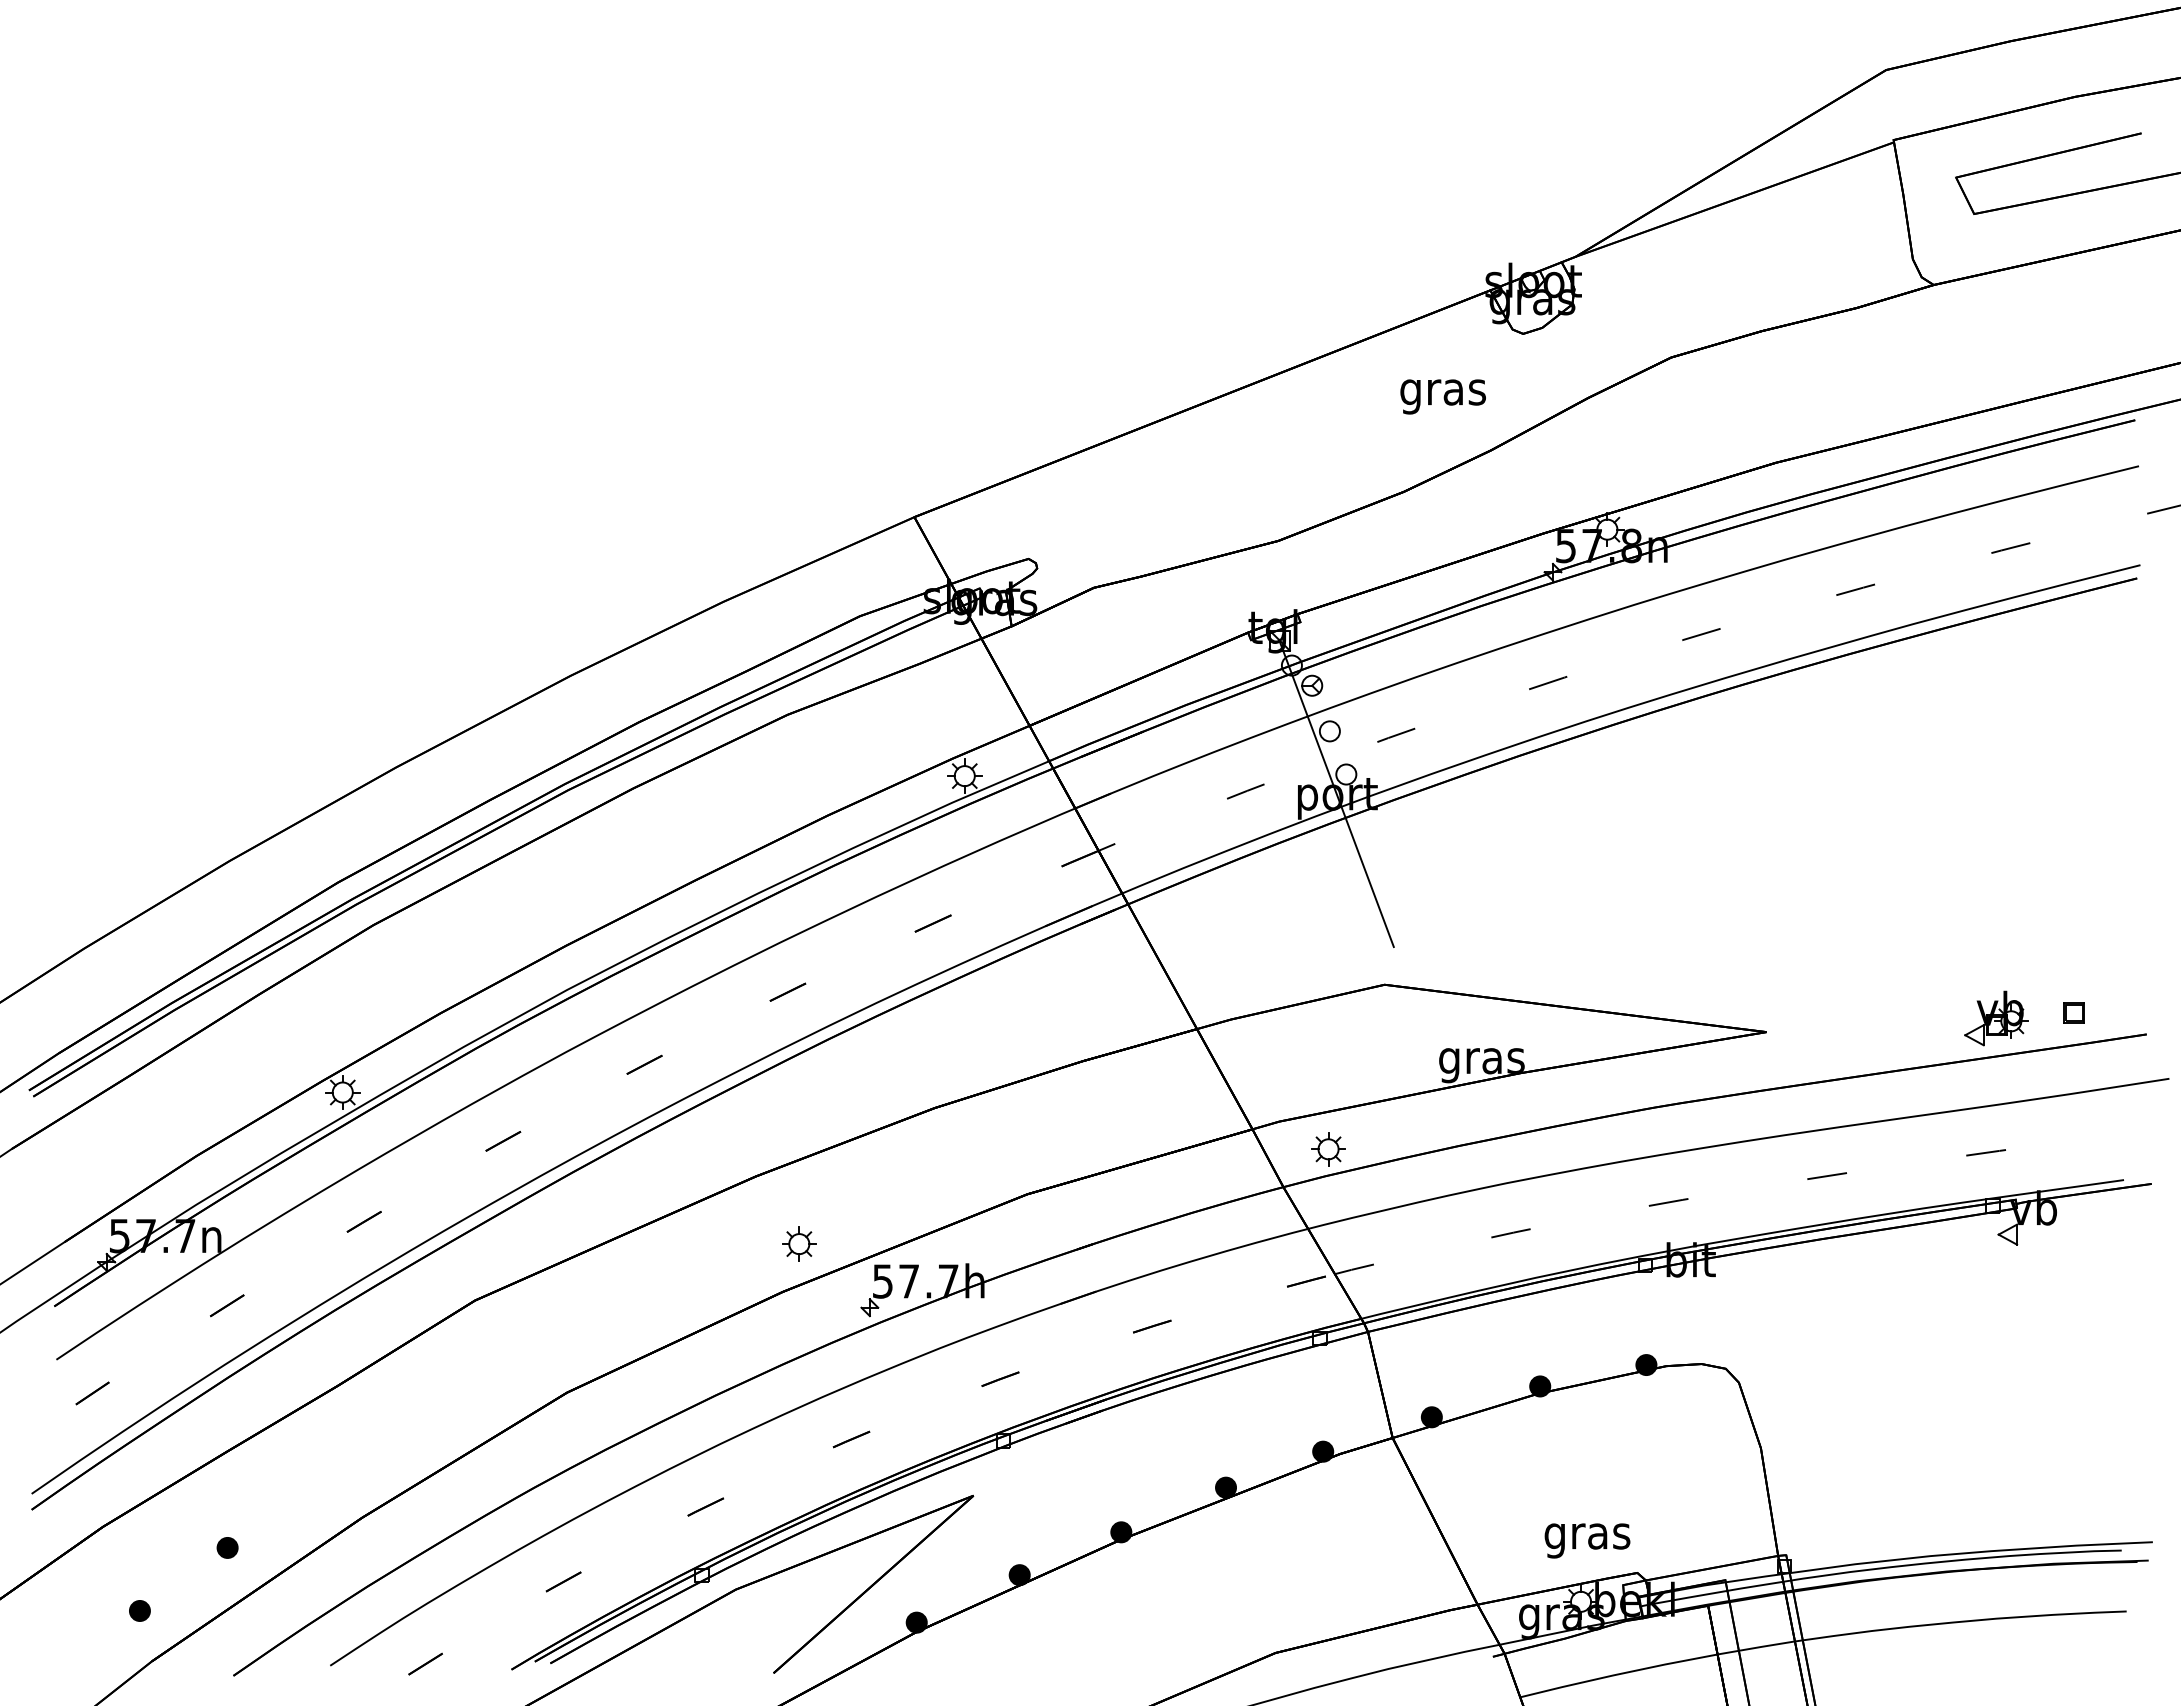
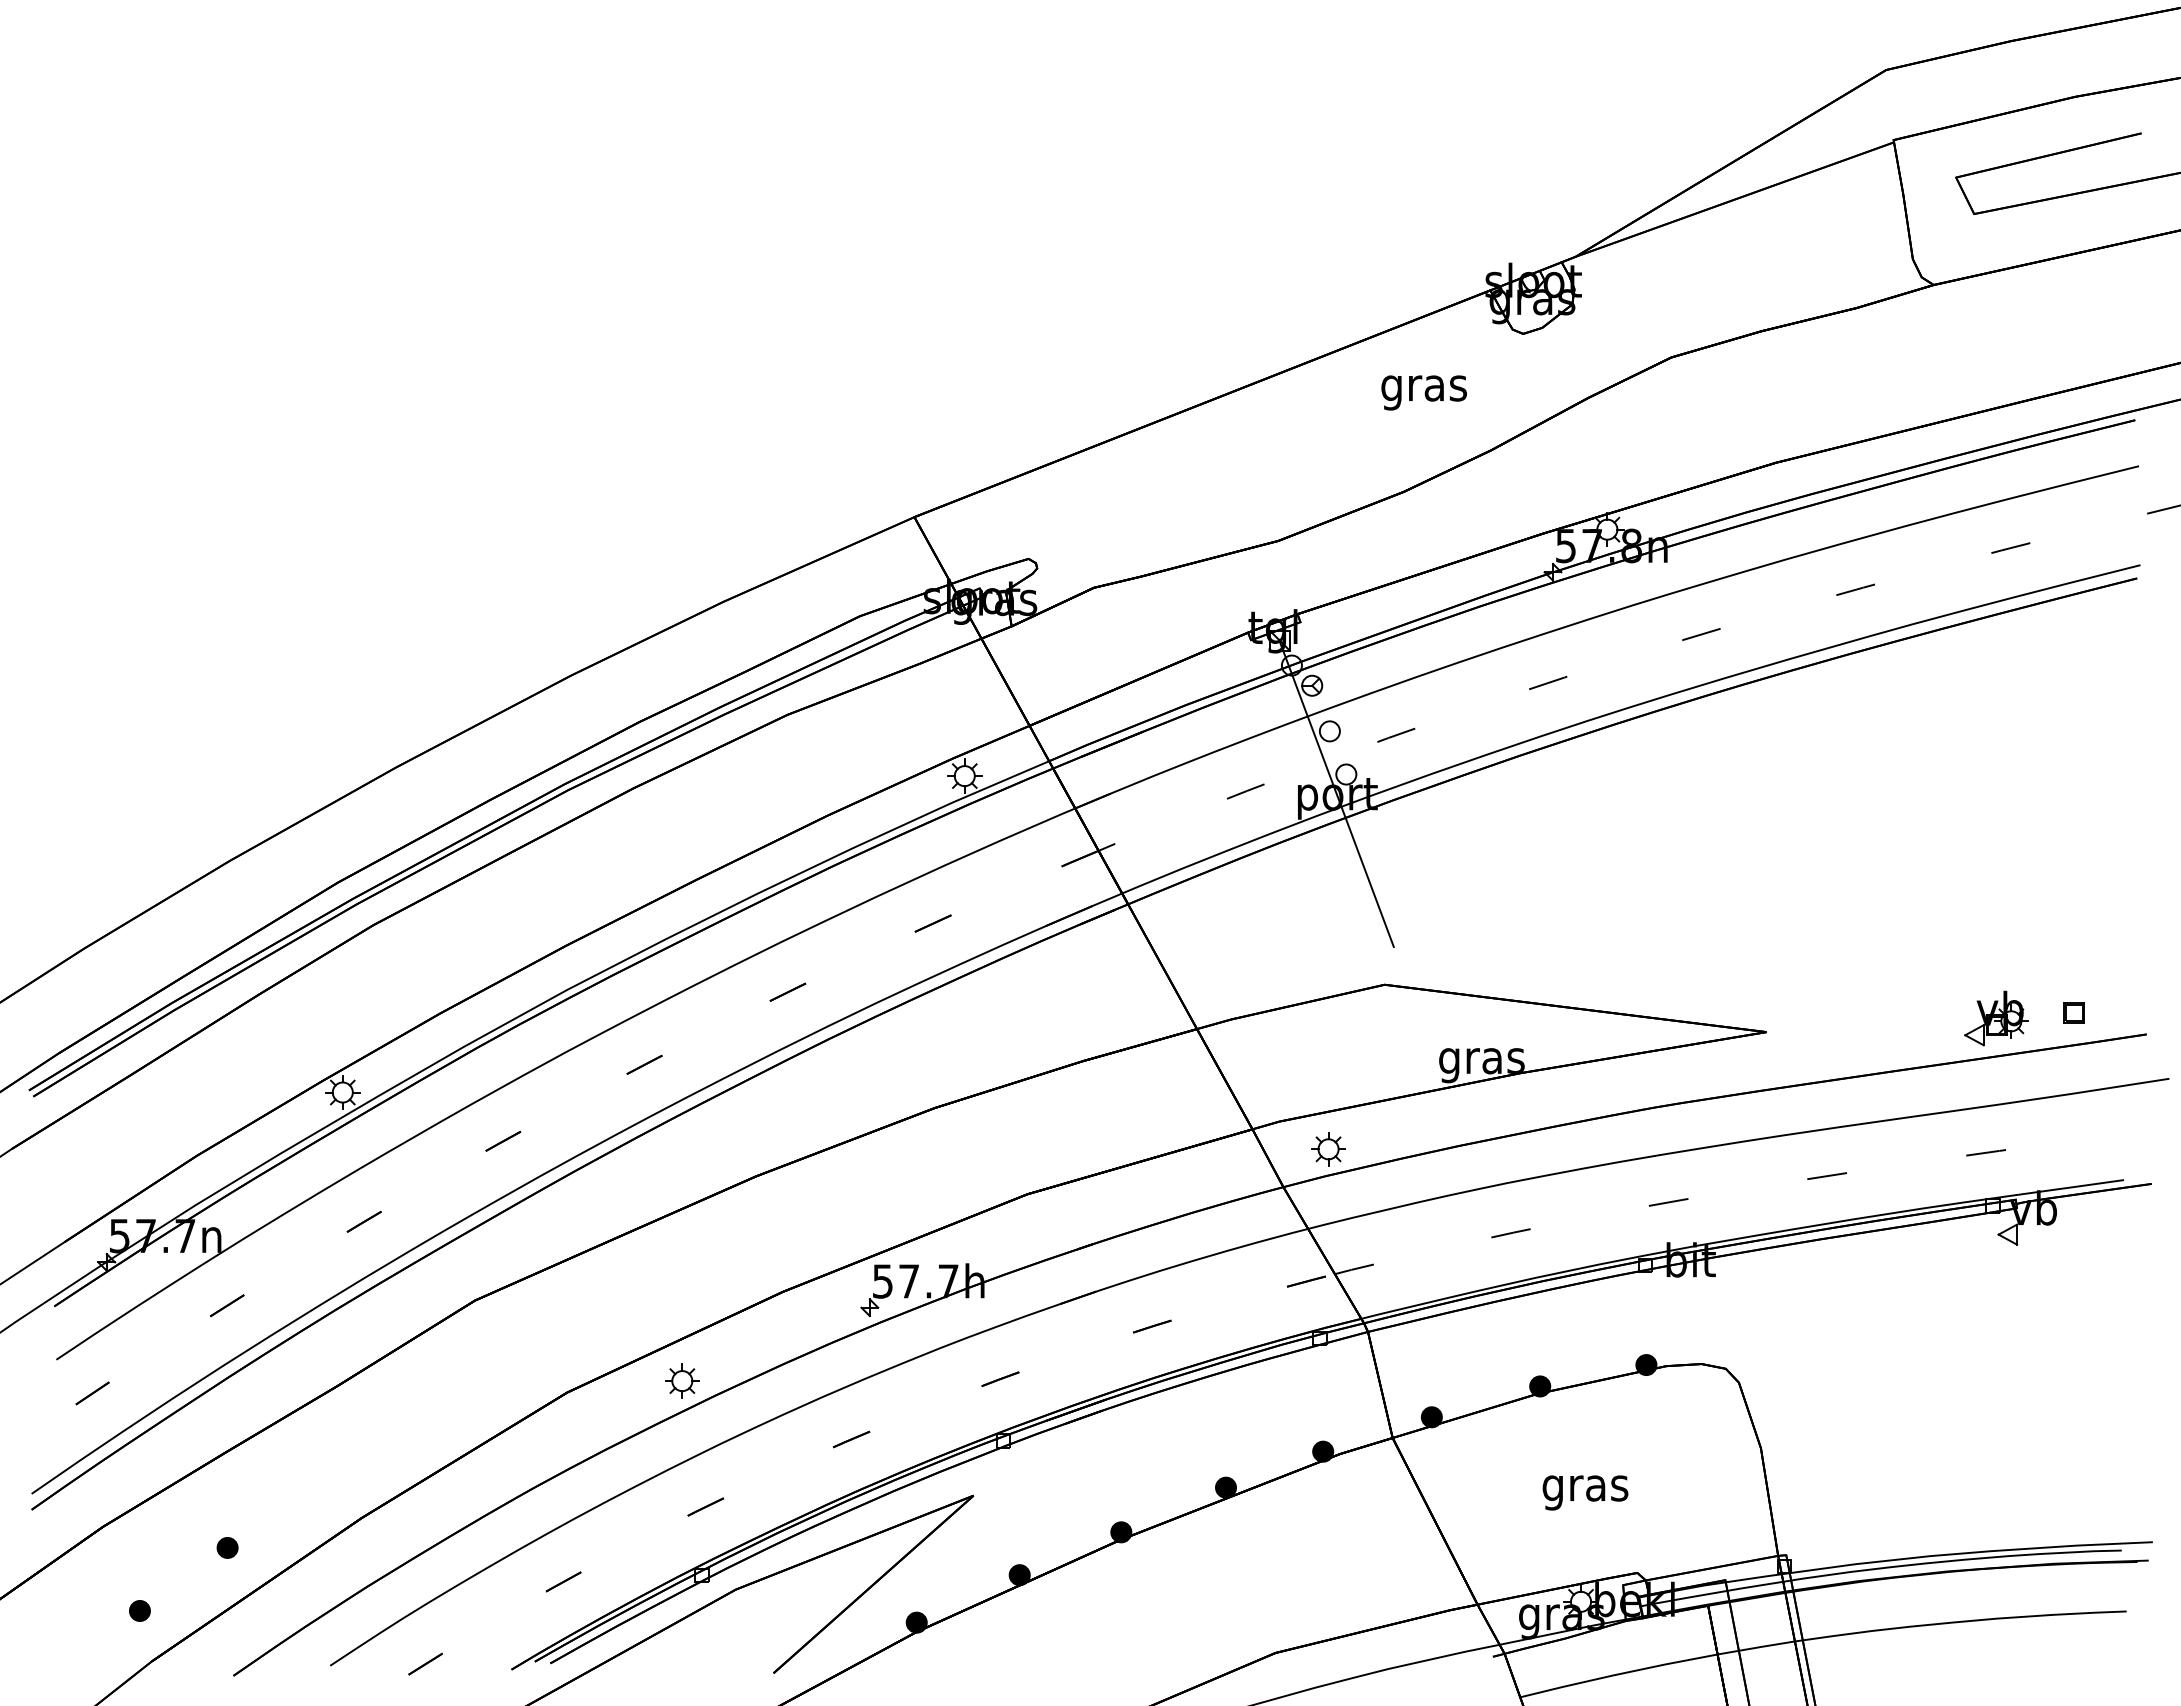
text at (1442, 396) position: (1442, 396) -> (1423, 392)
part at (799, 1243) position: (799, 1243) -> (682, 1380)
text at (1587, 1540) position: (1587, 1540) -> (1585, 1492)
